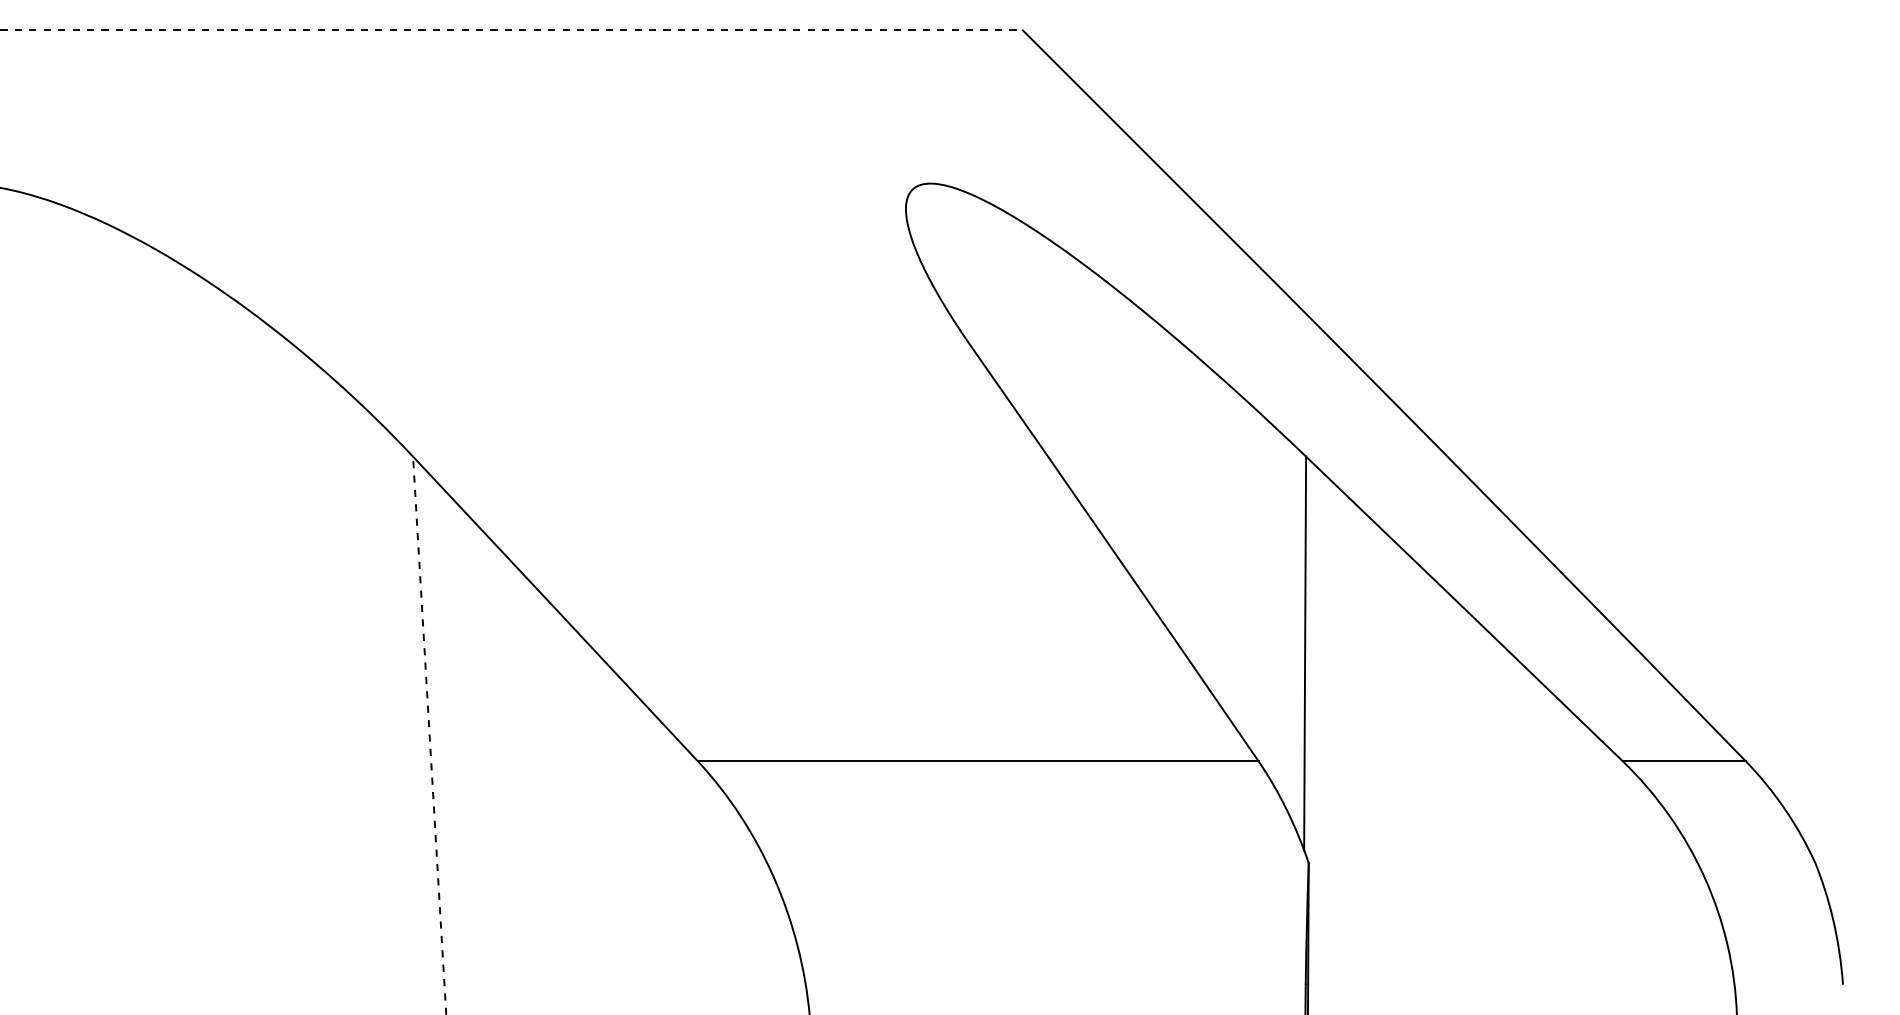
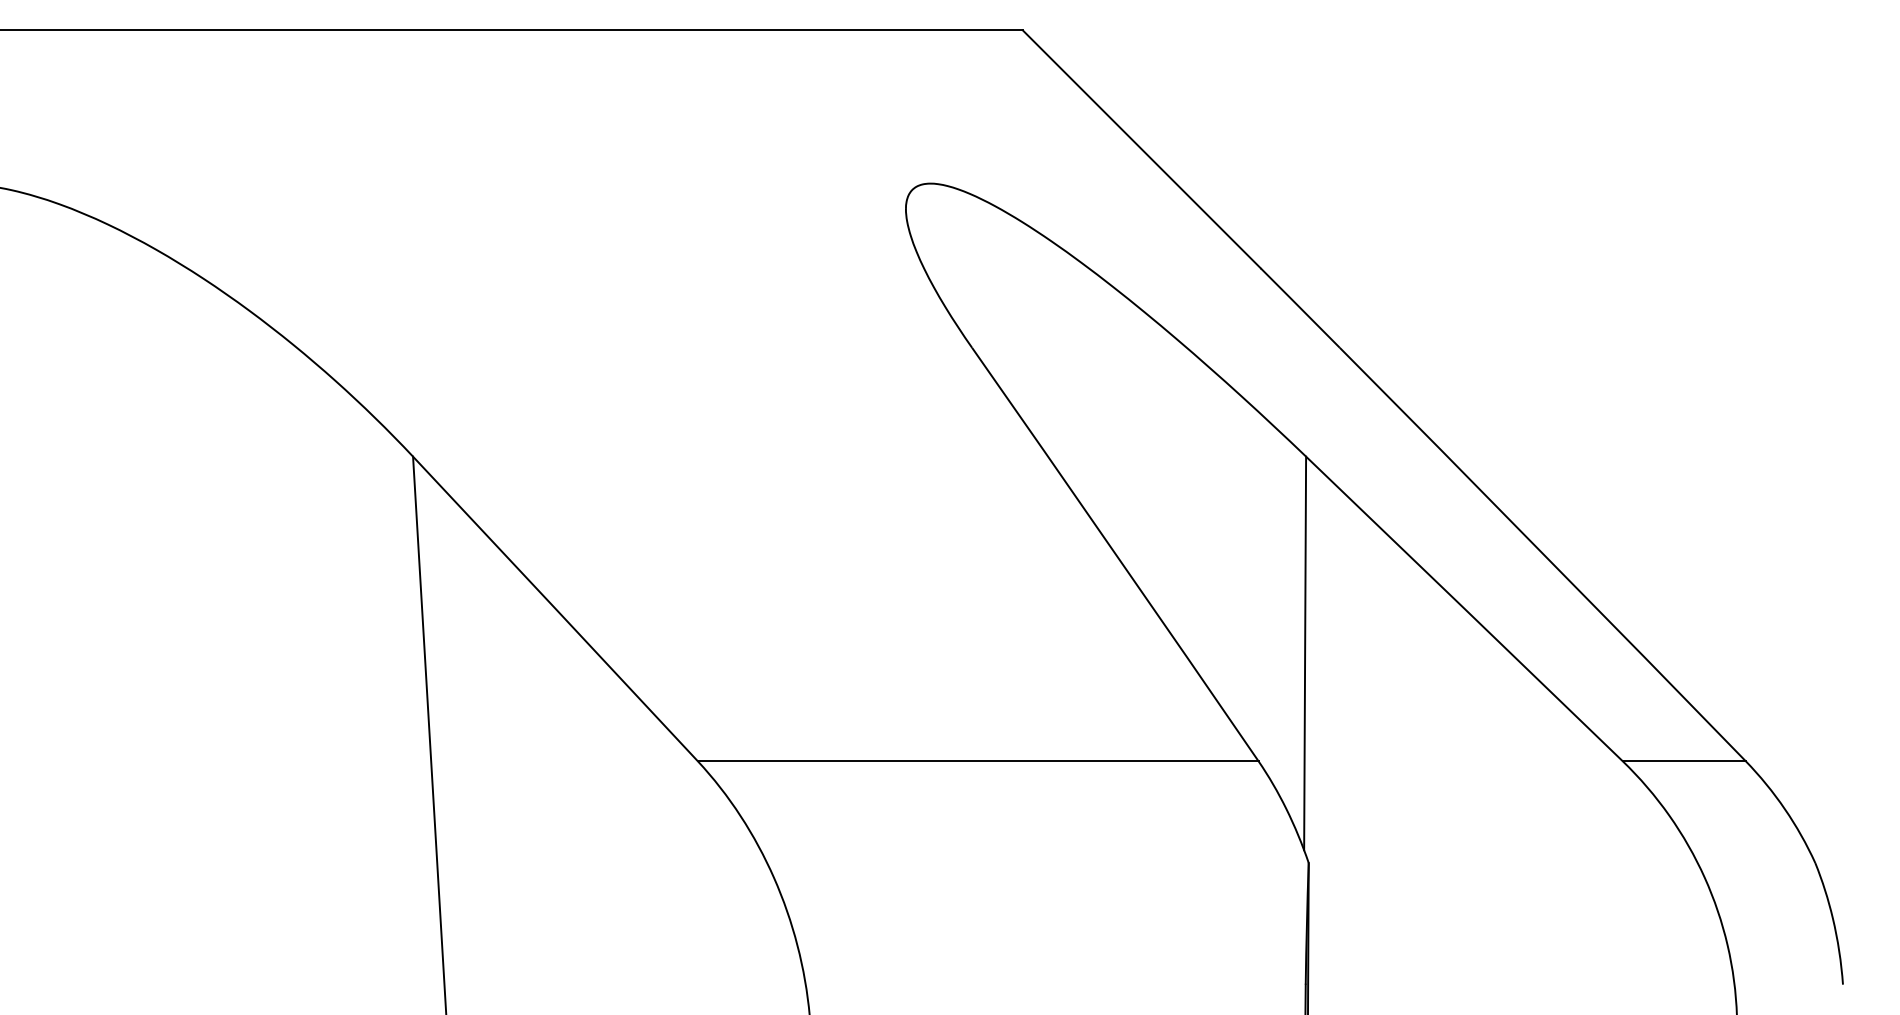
line at (511, 30): dashed -> solid
line at (429, 735): dashed -> solid
